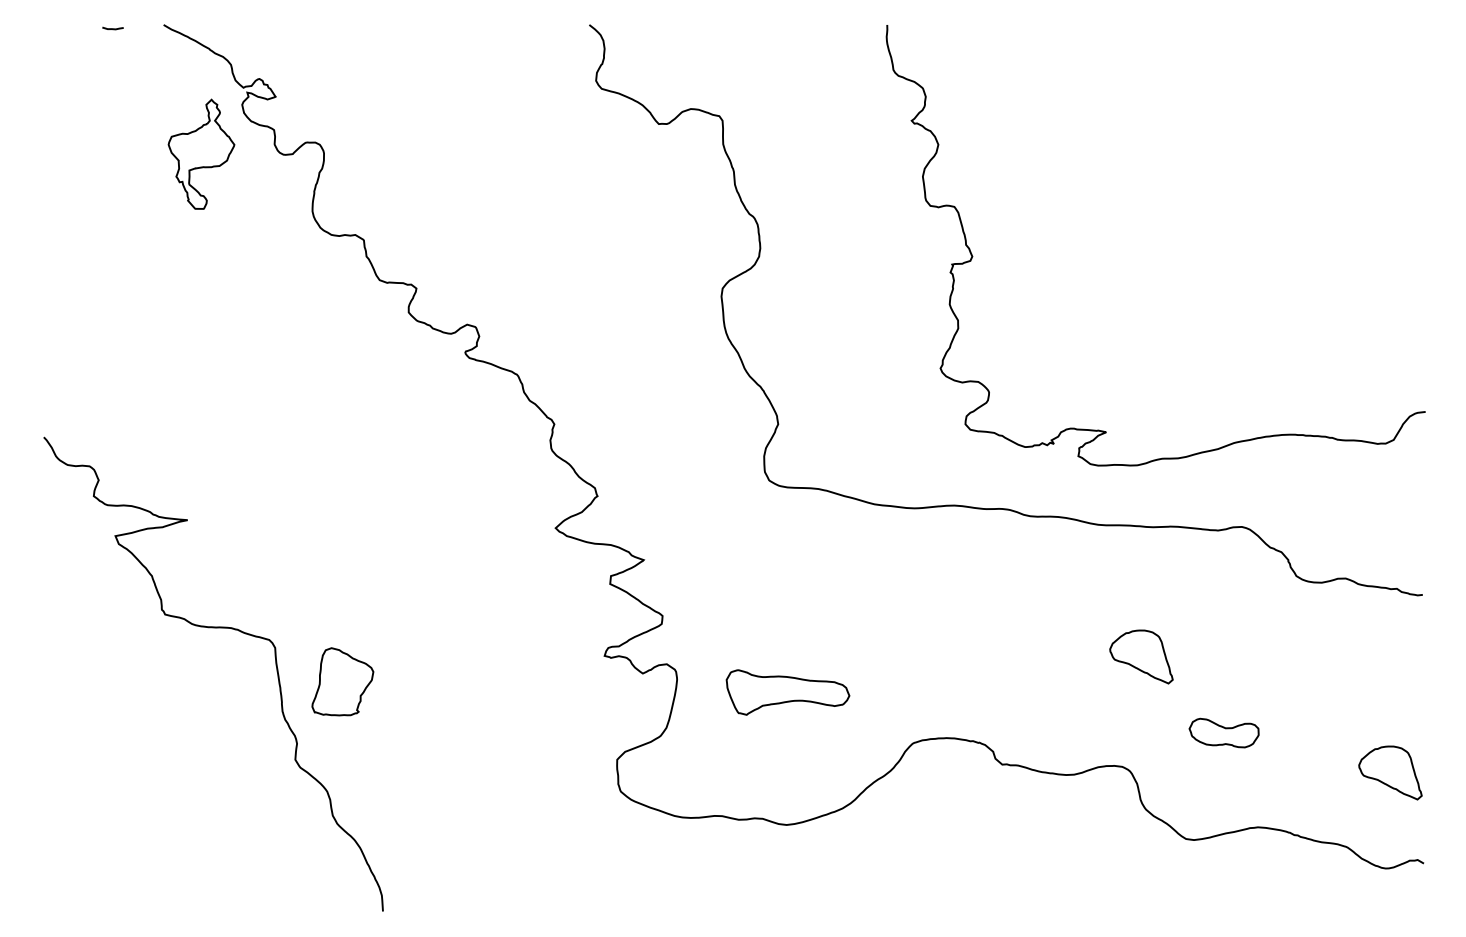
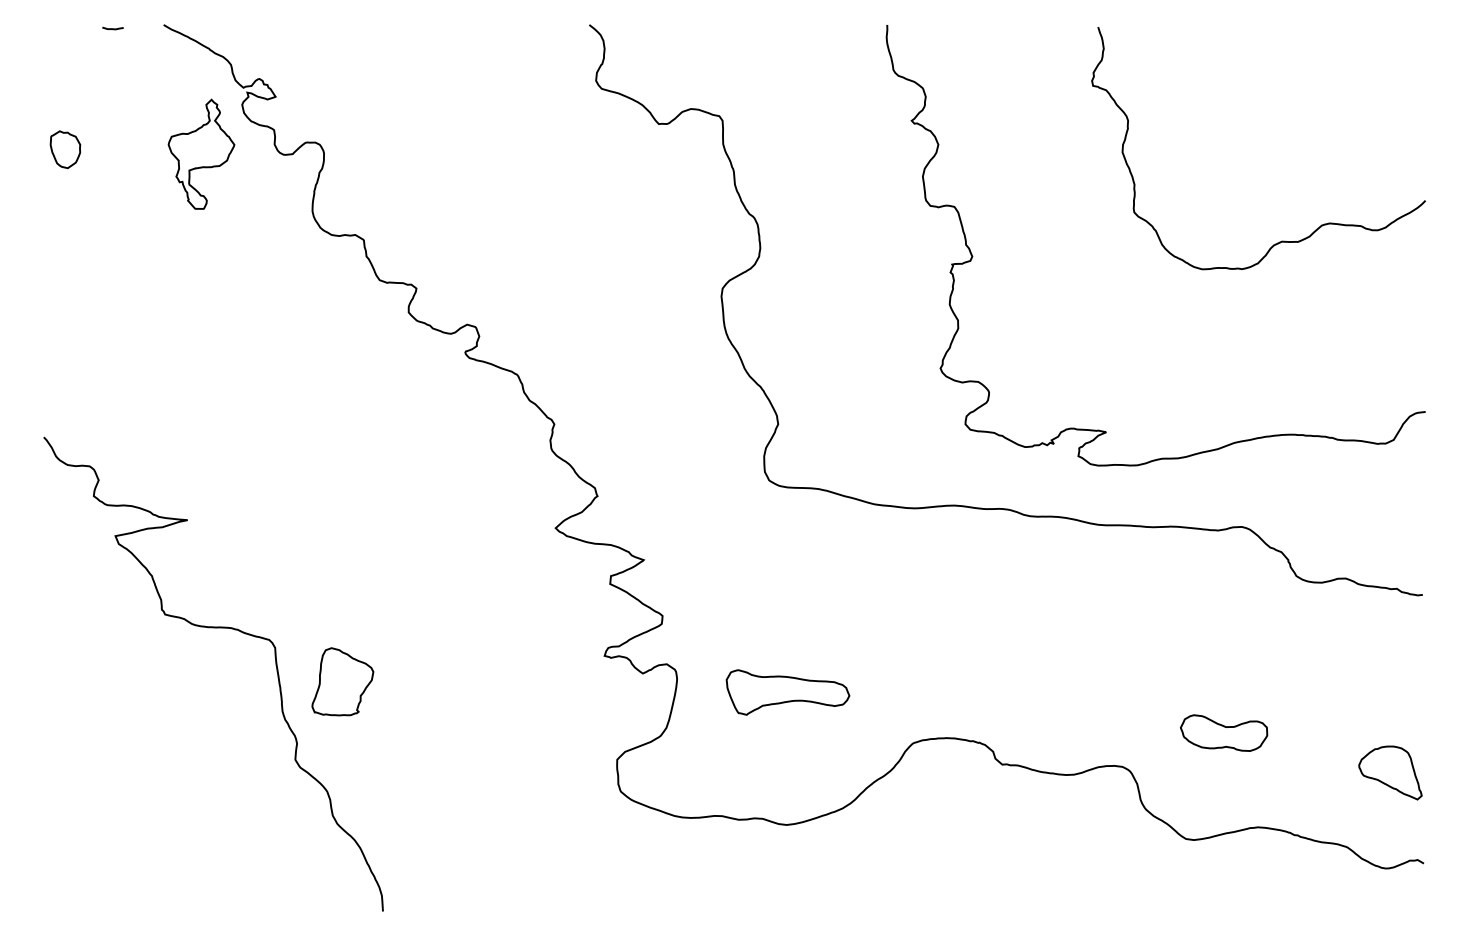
part at (65, 149): none -> present
curve at (1281, 240): none -> present
part at (1141, 656): present -> none
part at (1223, 732) size: 72x32 px -> 89x38 px
